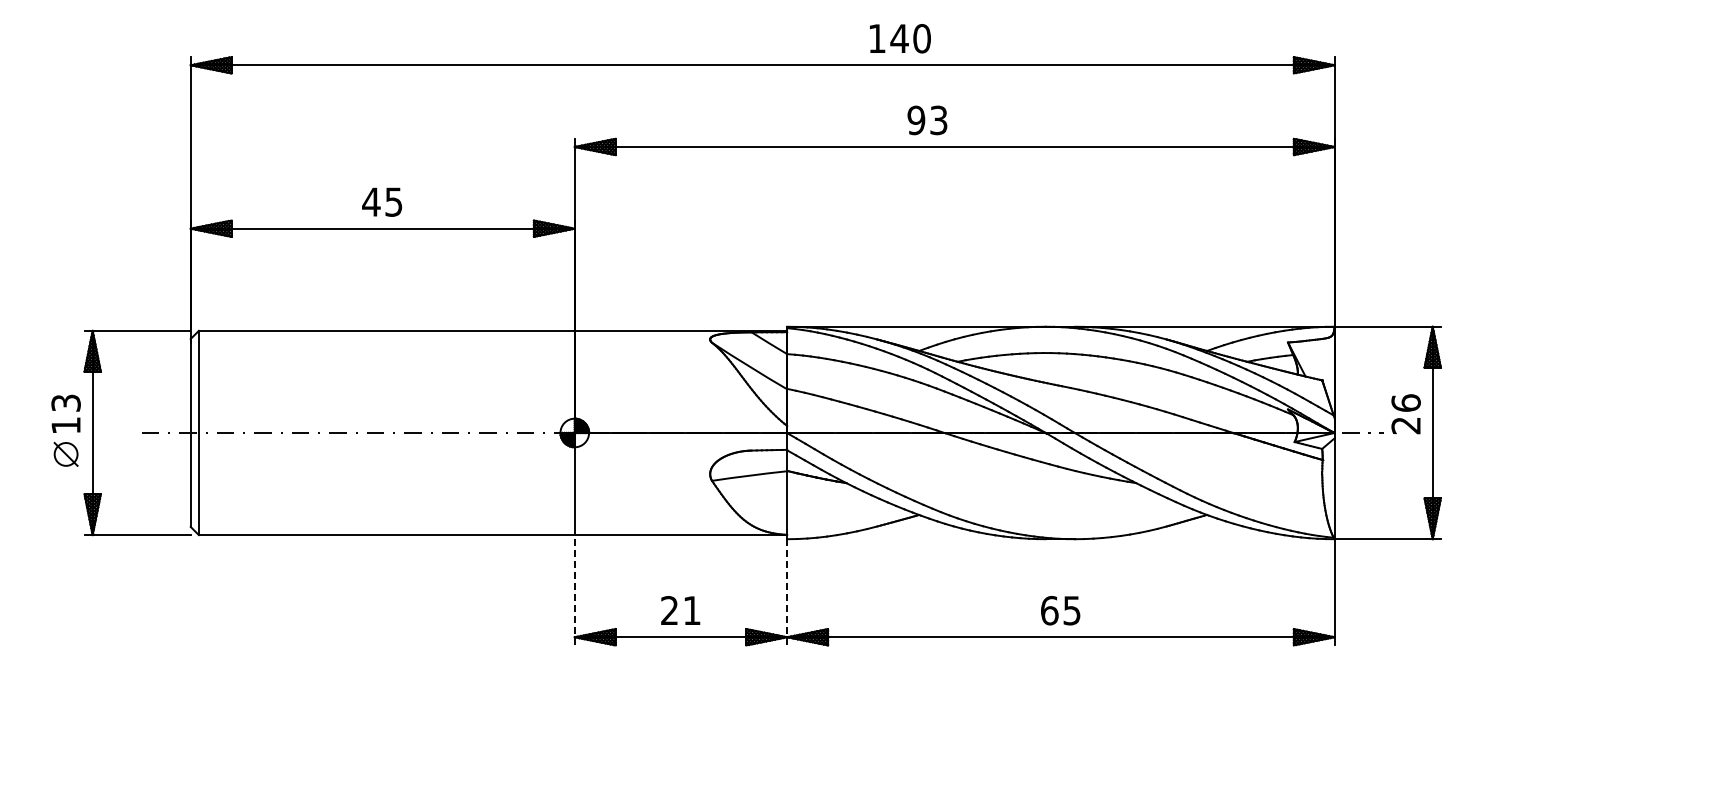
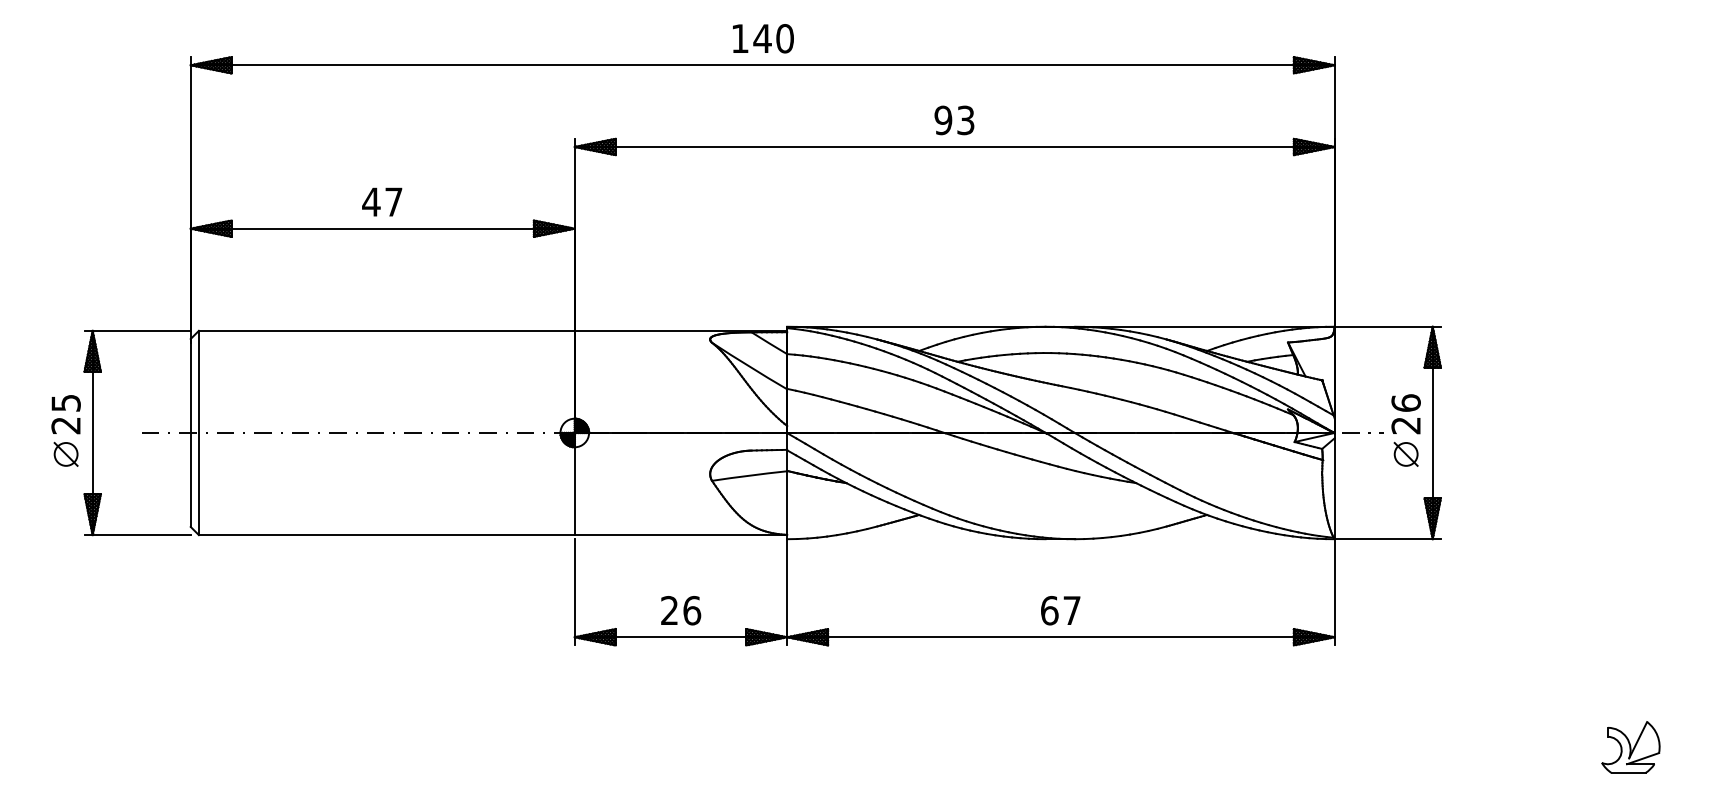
text at (900, 38) position: (900, 38) -> (763, 38)
text at (927, 120) position: (927, 120) -> (954, 120)
text at (393, 201): 45 -> 47
text at (65, 414): 13 -> 25
part at (1405, 453): none -> present
line at (787, 591): dashed -> solid
line at (574, 592): dashed -> solid
text at (692, 610): 21 -> 26
text at (1071, 610): 65 -> 67
part at (1630, 747): none -> present
